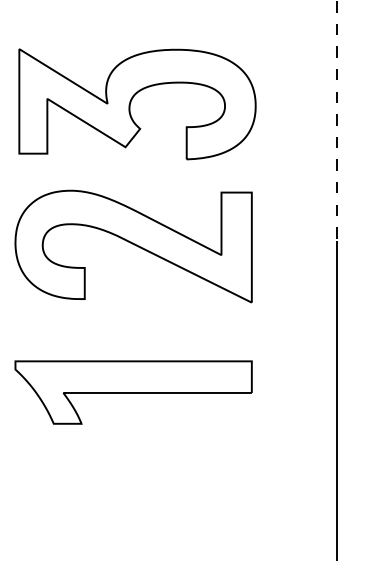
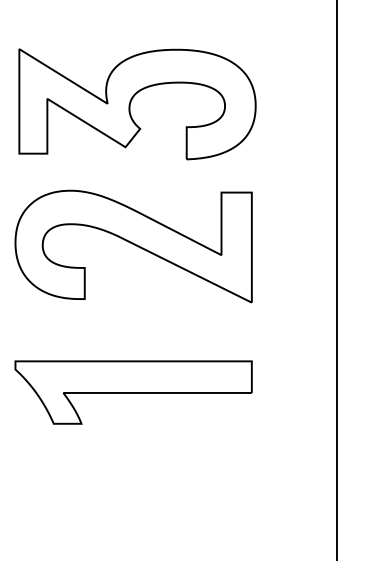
line at (336, 121): dashed -> solid
